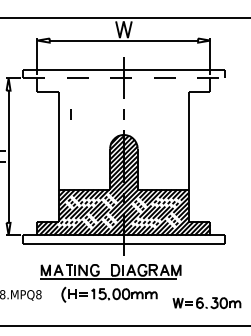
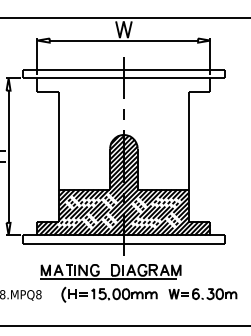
line at (123, 78): dashed -> solid
line at (70, 114): present -> none
part at (206, 303) position: (206, 303) -> (202, 294)
